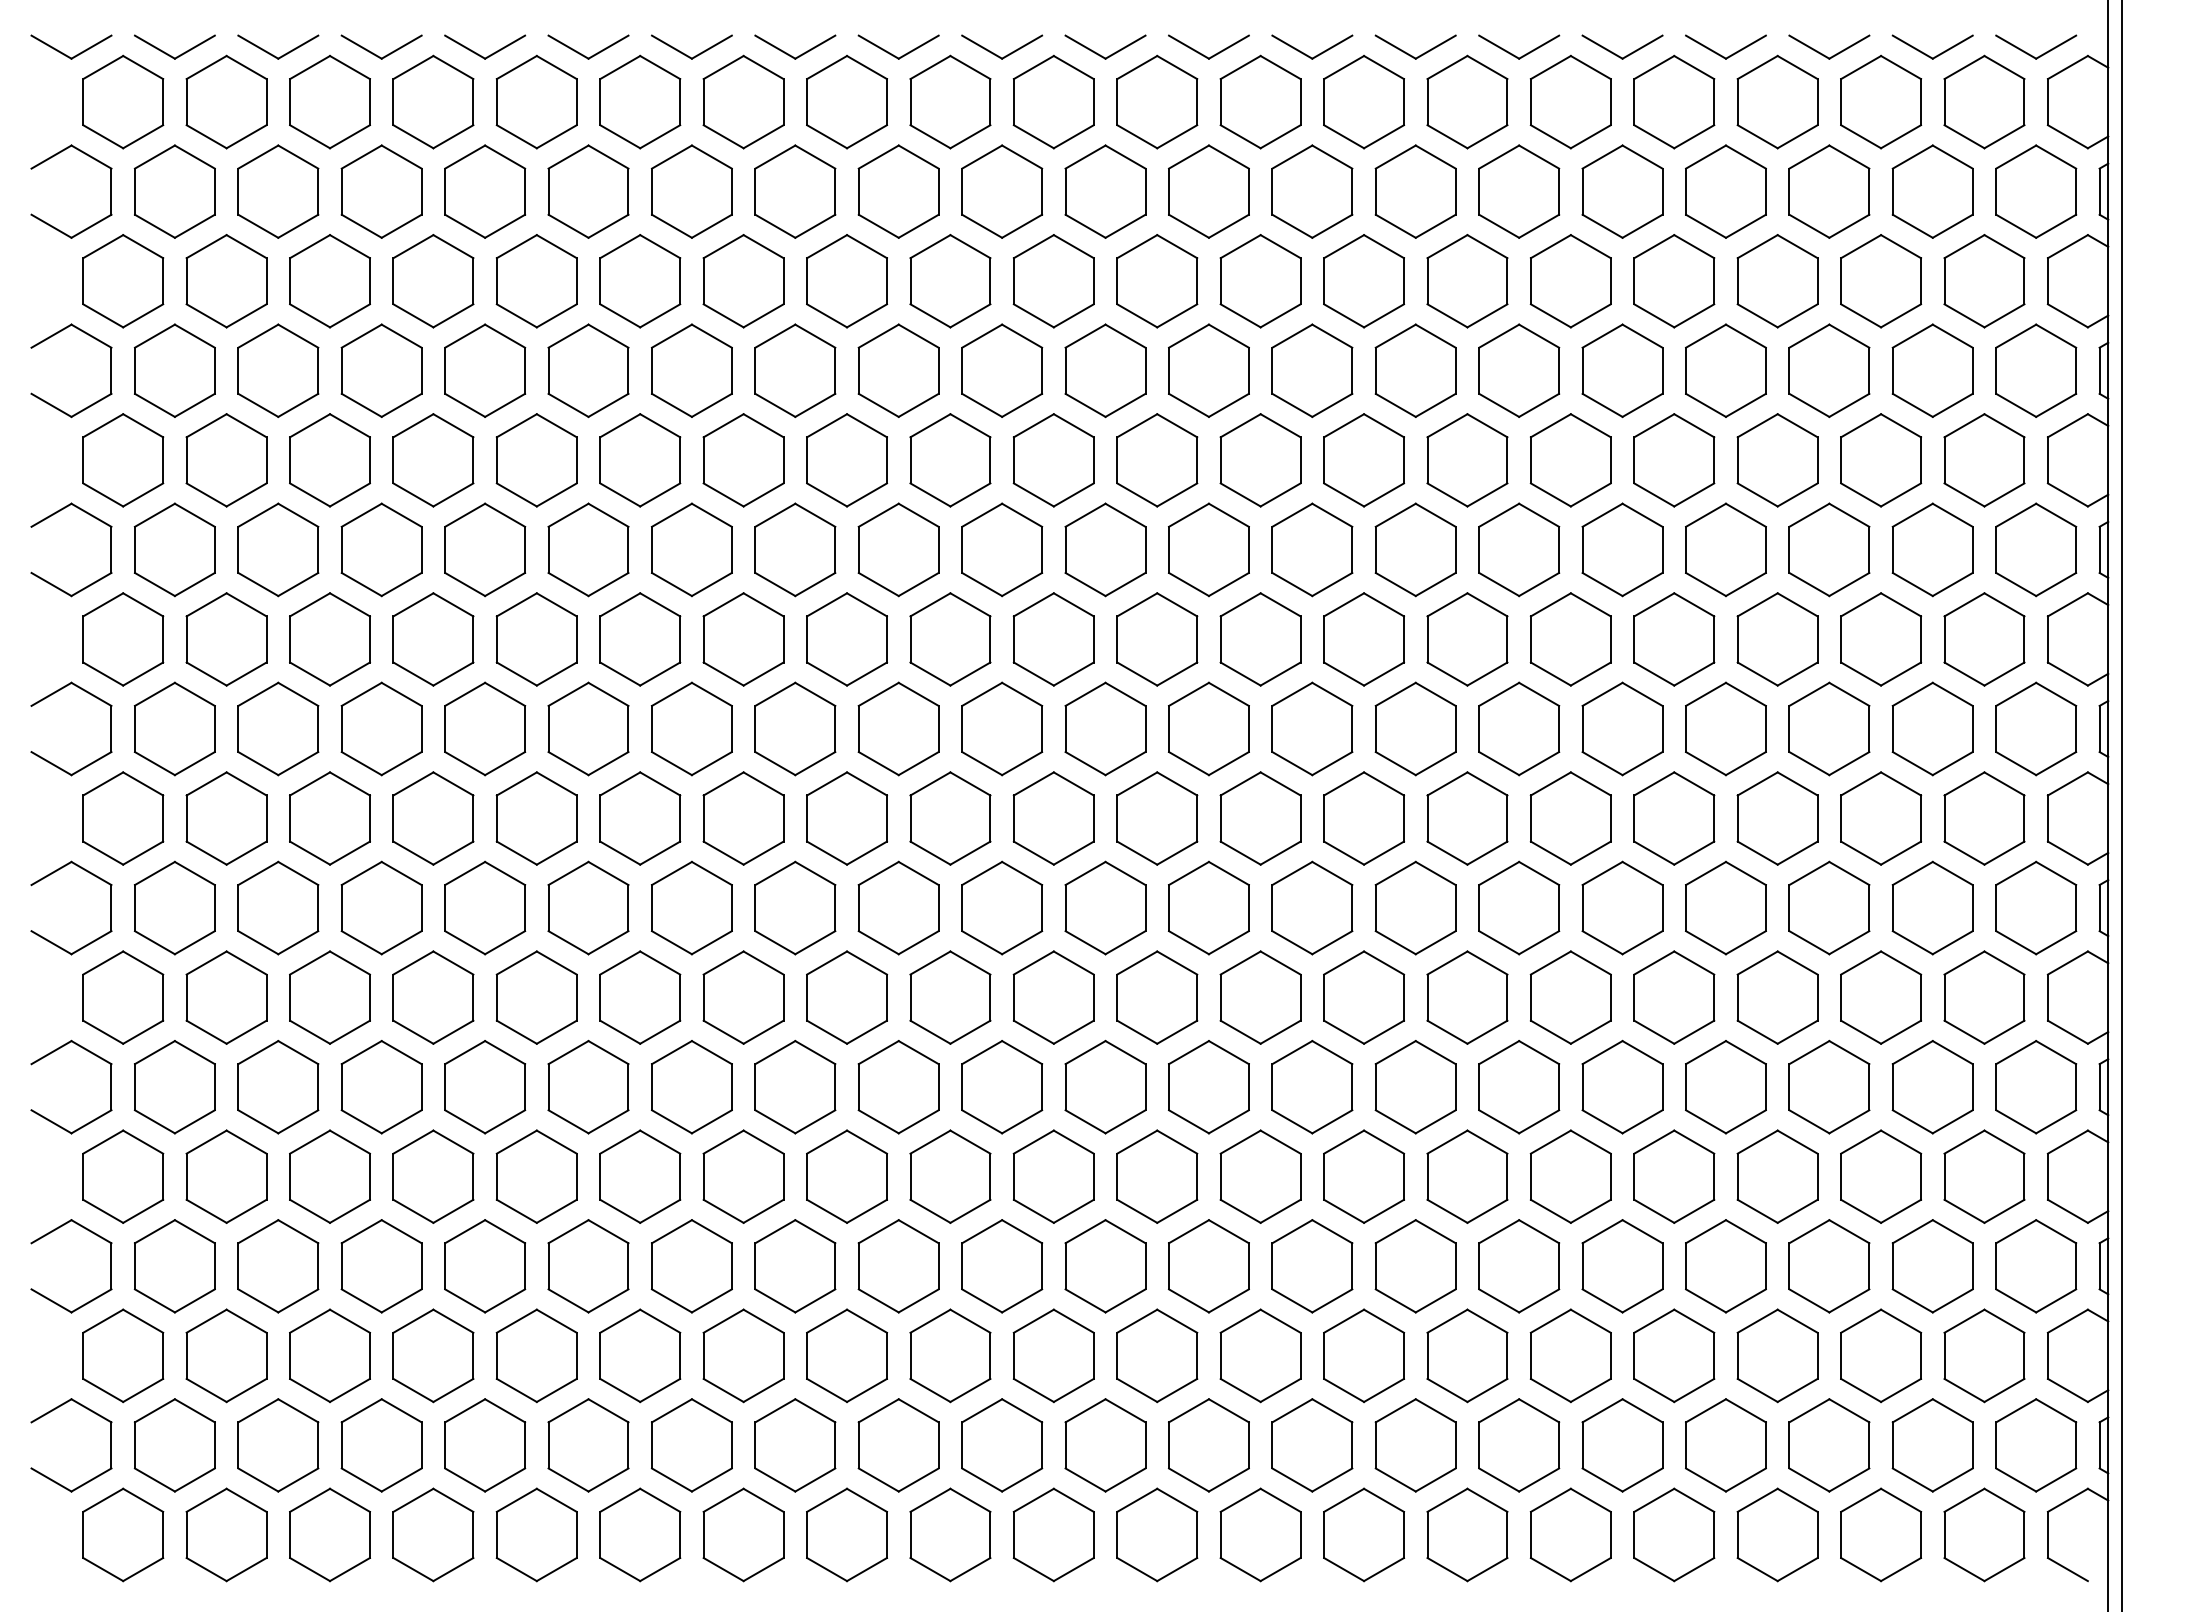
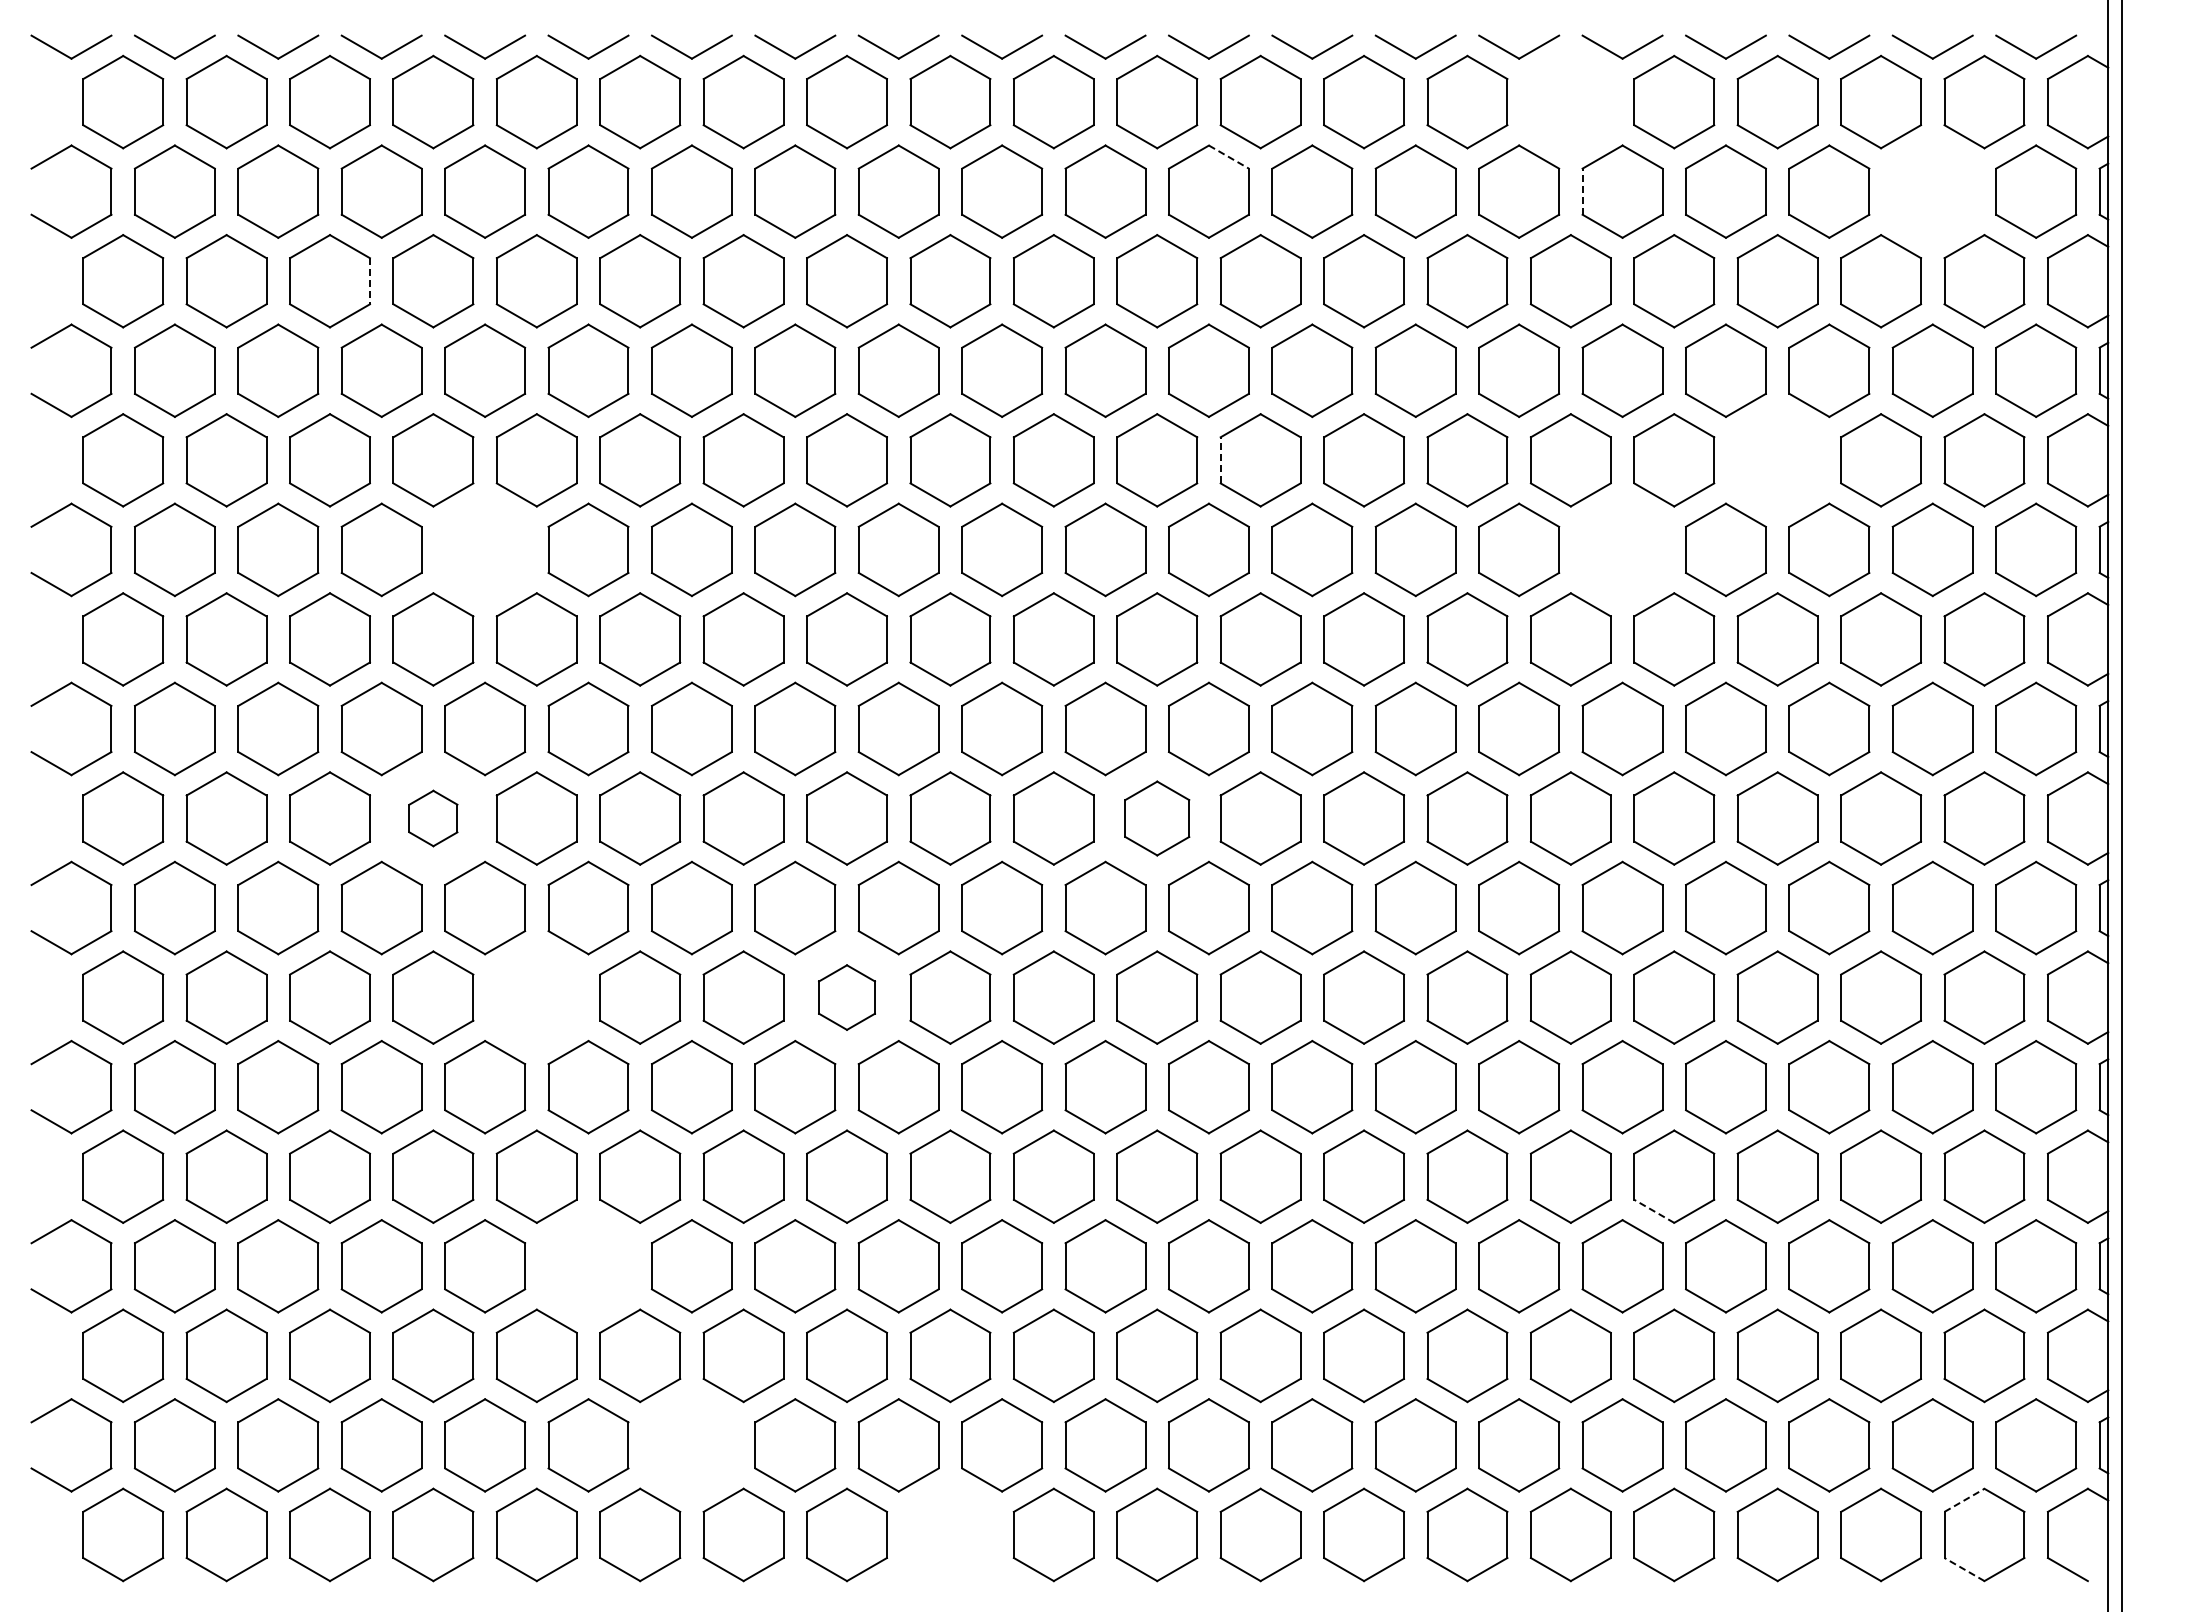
part at (1570, 101): present -> none
line at (1229, 157): solid -> dashed
line at (1582, 191): solid -> dashed
part at (1932, 191): present -> none
line at (369, 281): solid -> dashed
line at (1220, 459): solid -> dashed
part at (1777, 460): present -> none
part at (485, 549): present -> none
part at (1622, 549): present -> none
part at (433, 818) size: 83x95 px -> 51x59 px
part at (1157, 818) size: 83x95 px -> 67x77 px
part at (536, 997): present -> none
part at (846, 997) size: 82x95 px -> 58x67 px
line at (1653, 1211): solid -> dashed
part at (588, 1266): present -> none
part at (691, 1445): present -> none
line at (1964, 1500): solid -> dashed
part at (950, 1534): present -> none
line at (1964, 1569): solid -> dashed
